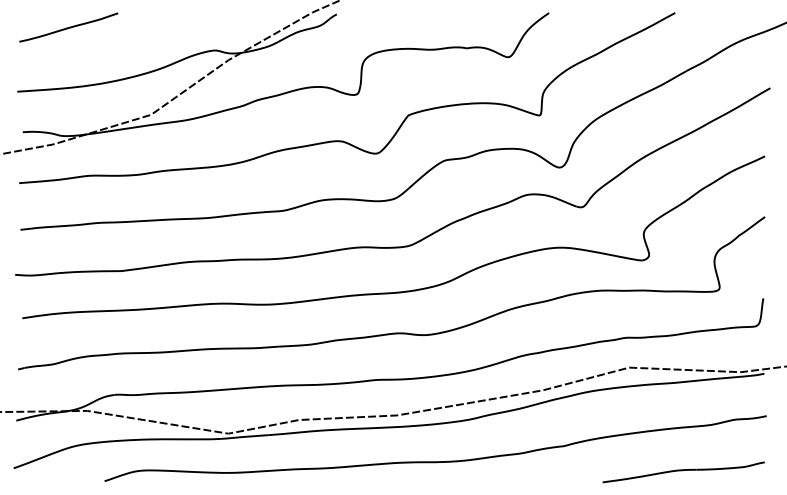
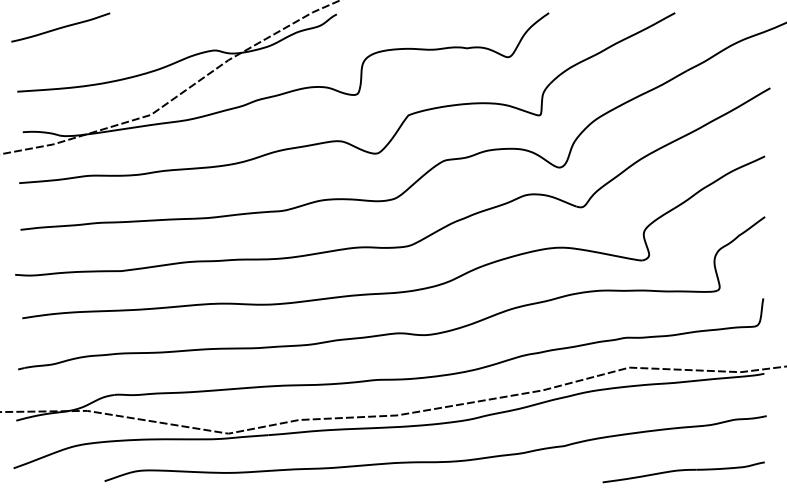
line at (68, 27) position: (68, 27) -> (60, 27)
